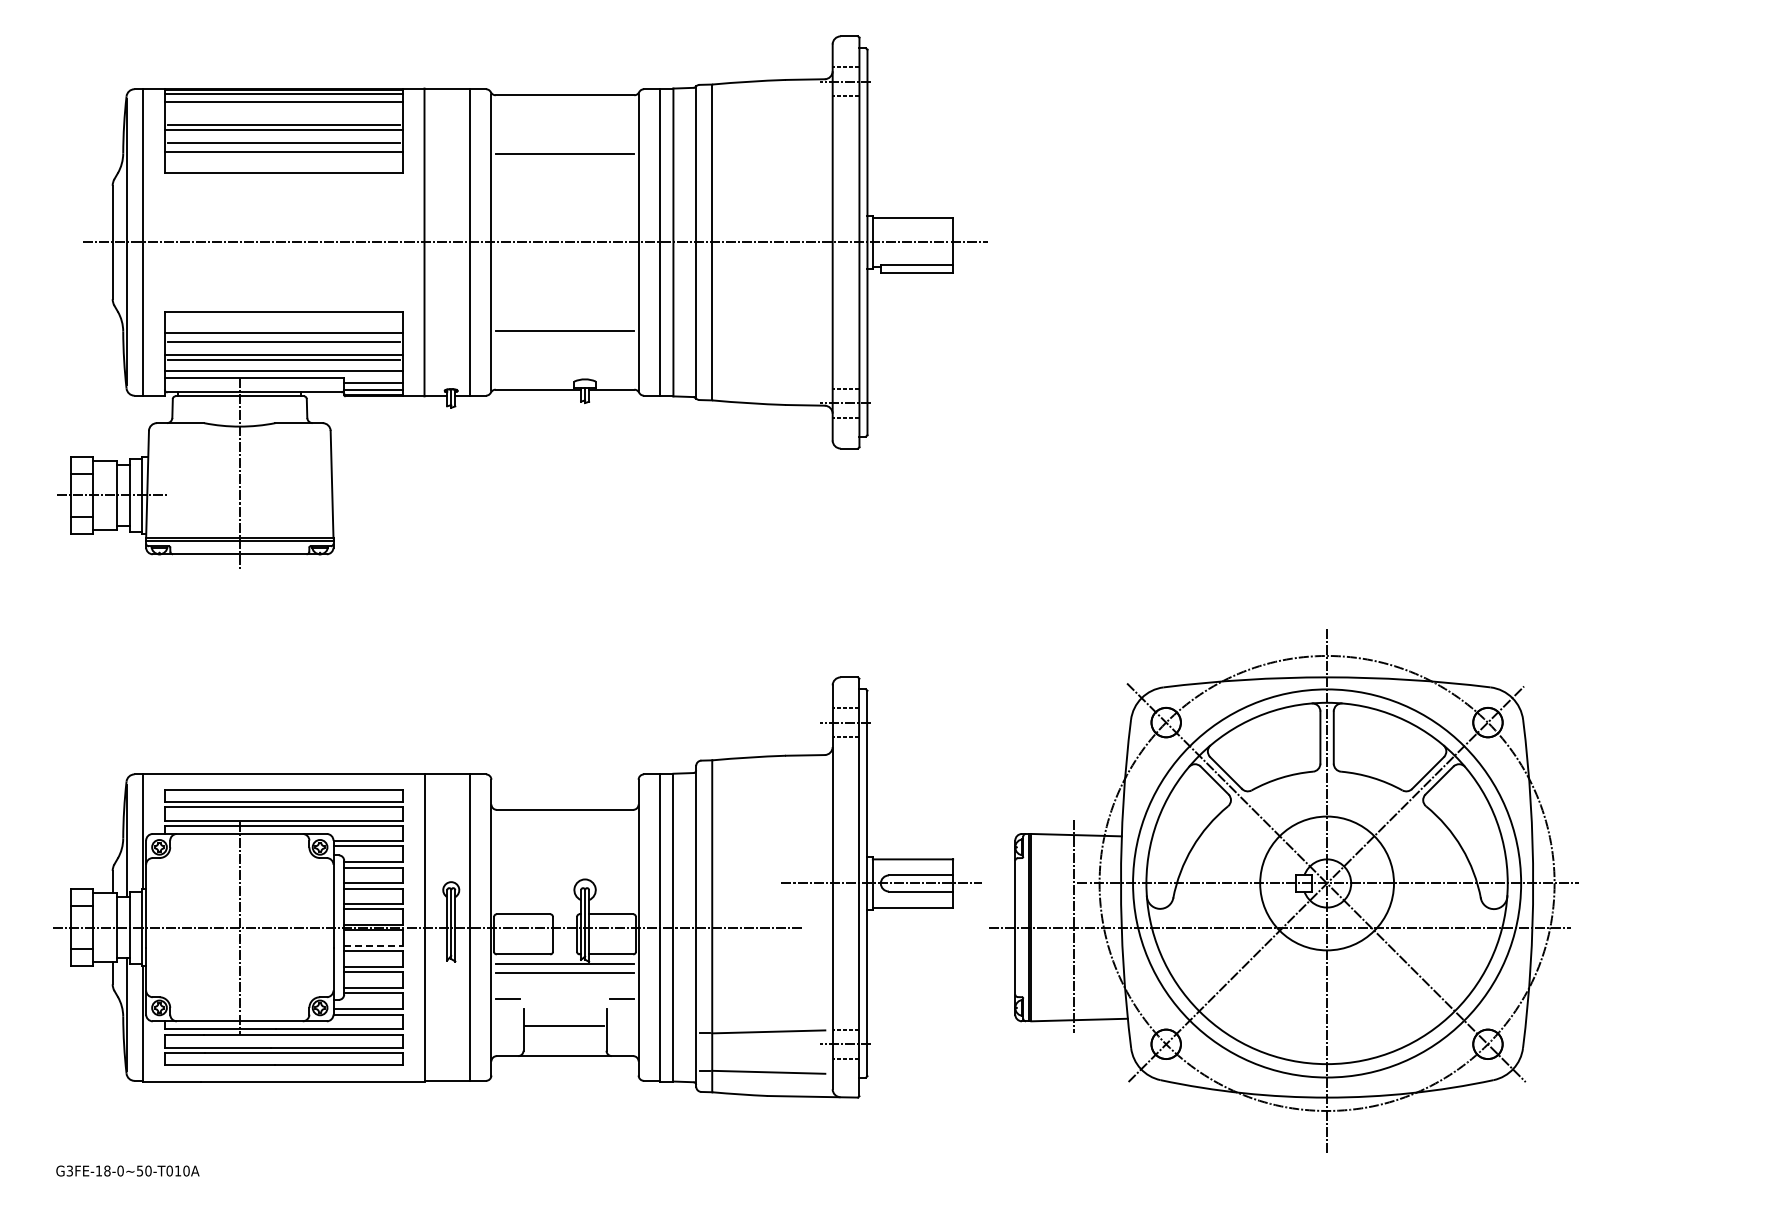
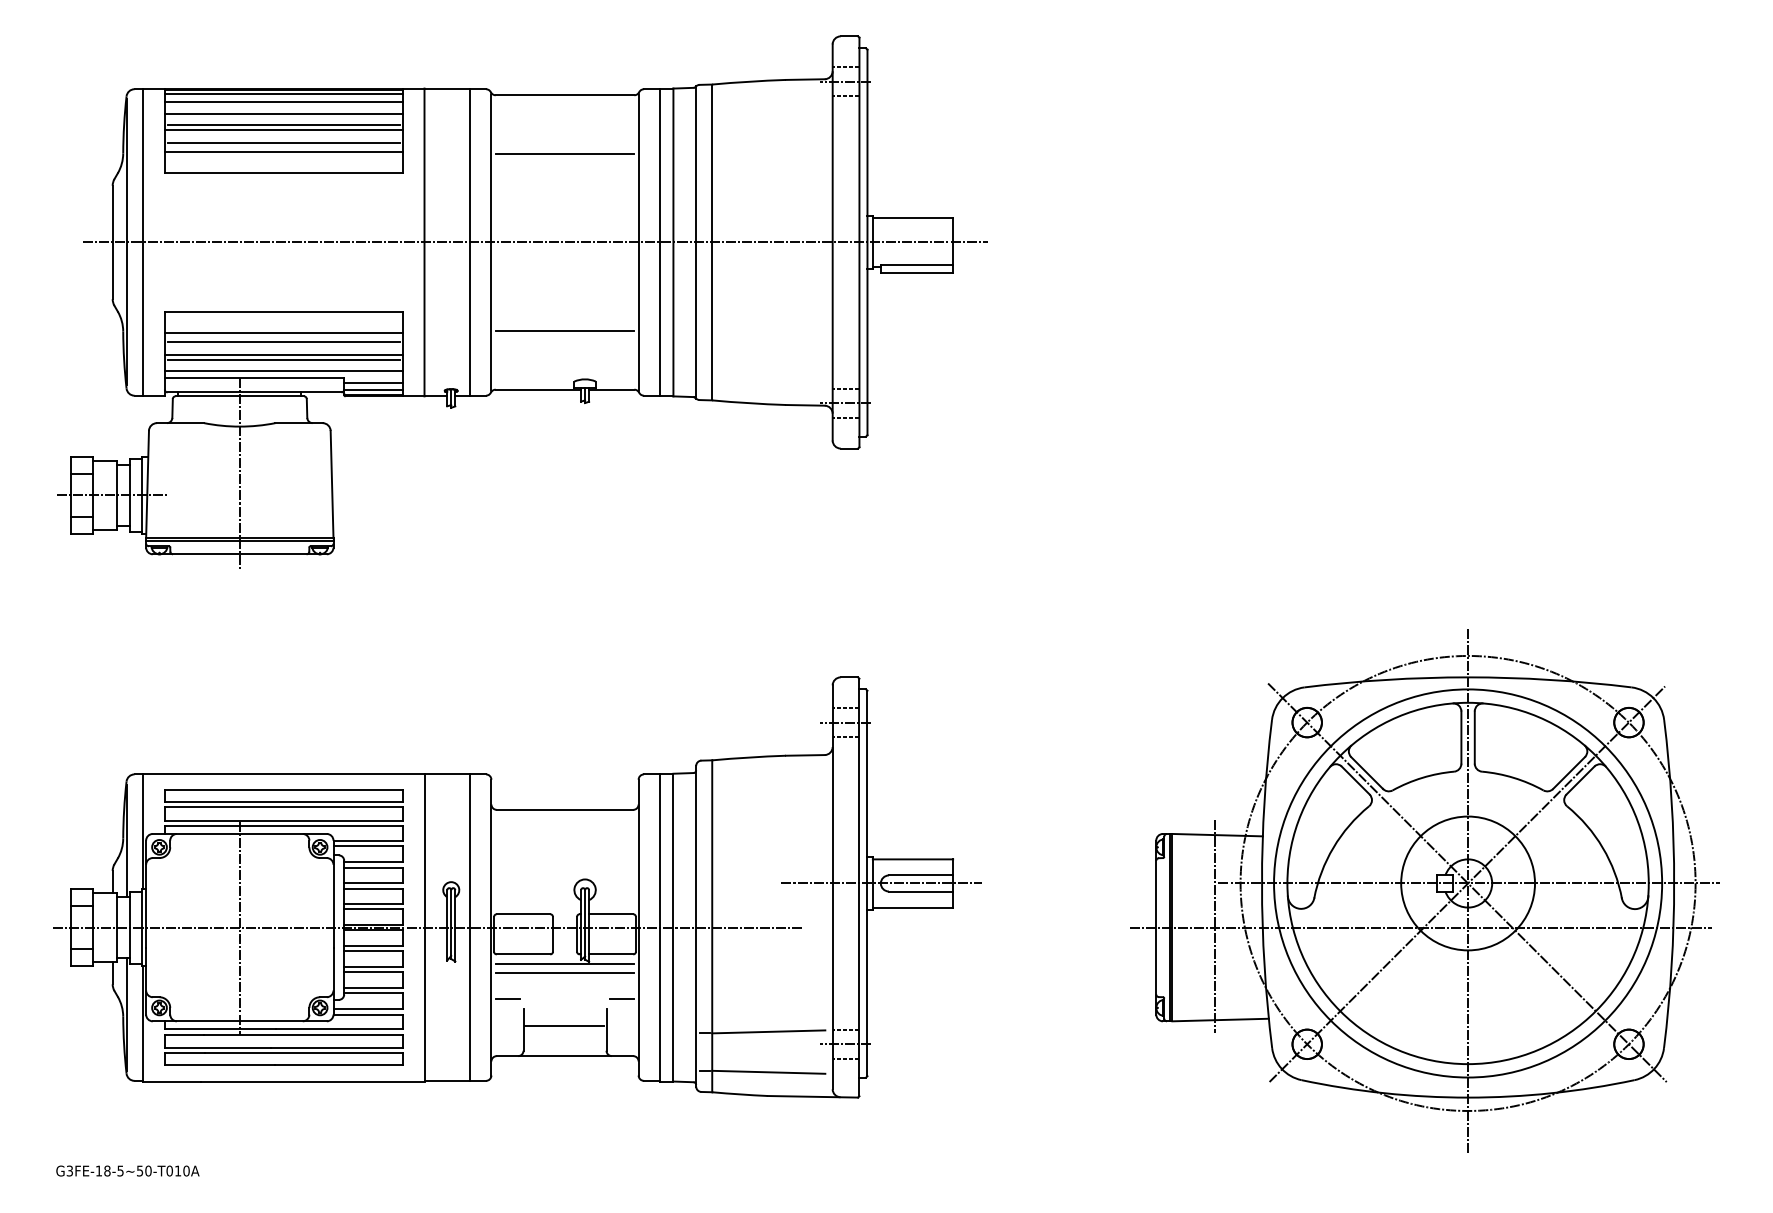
line at (283, 114): none -> present
part at (1283, 890) position: (1283, 890) -> (1424, 890)
line at (374, 945): dashed -> solid
text at (120, 1170): G3FE-18-0~50-T010A -> G3FE-18-5~50-T010A
